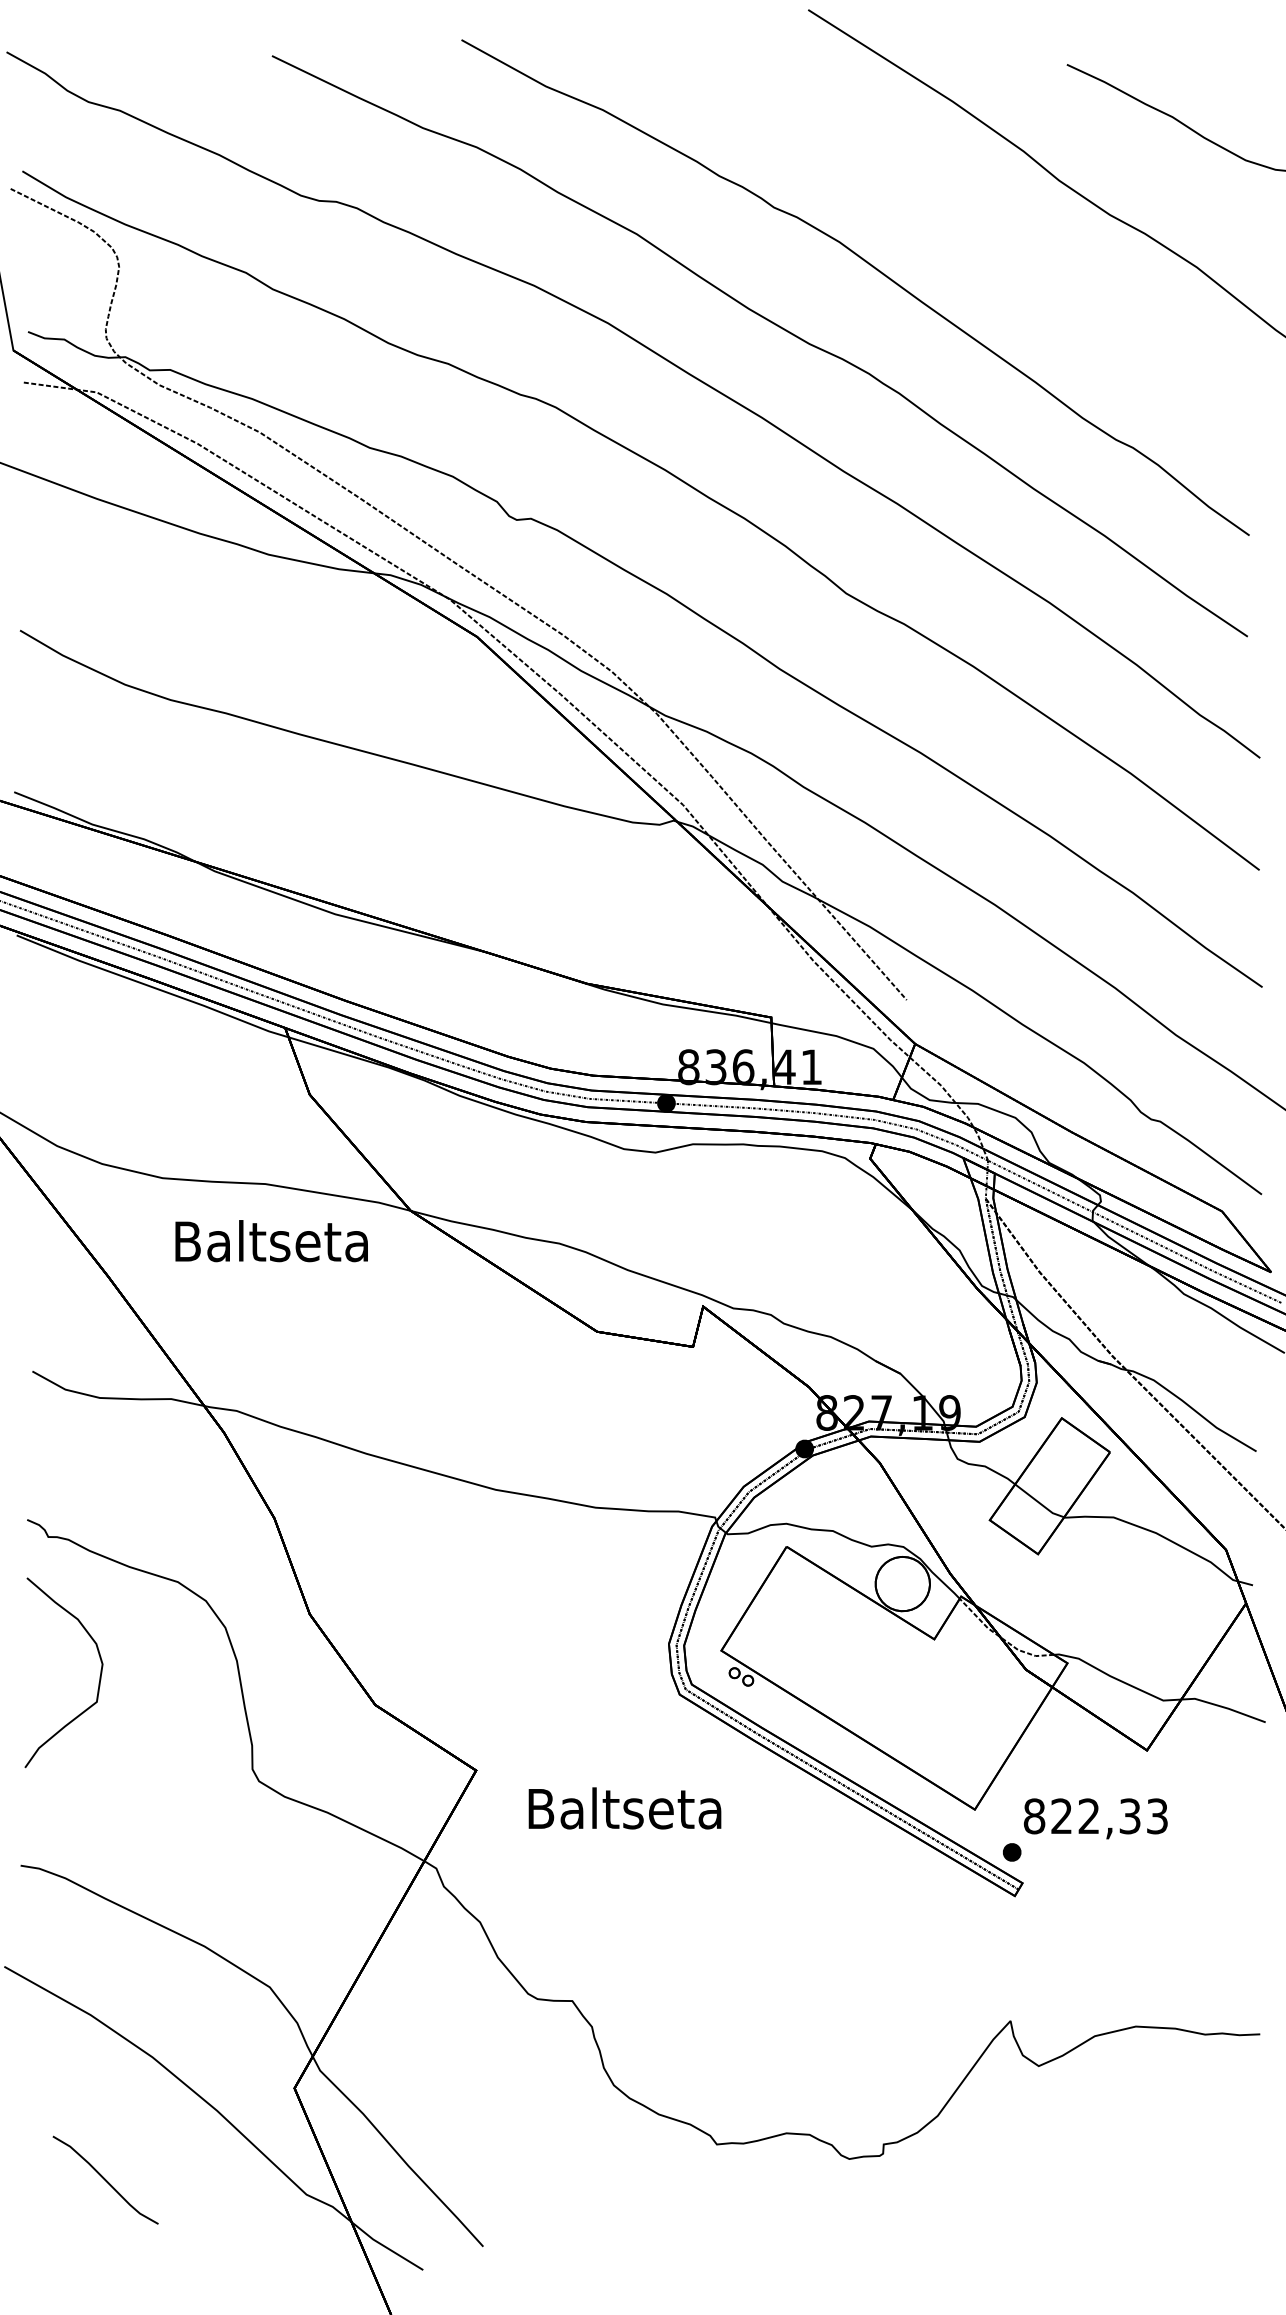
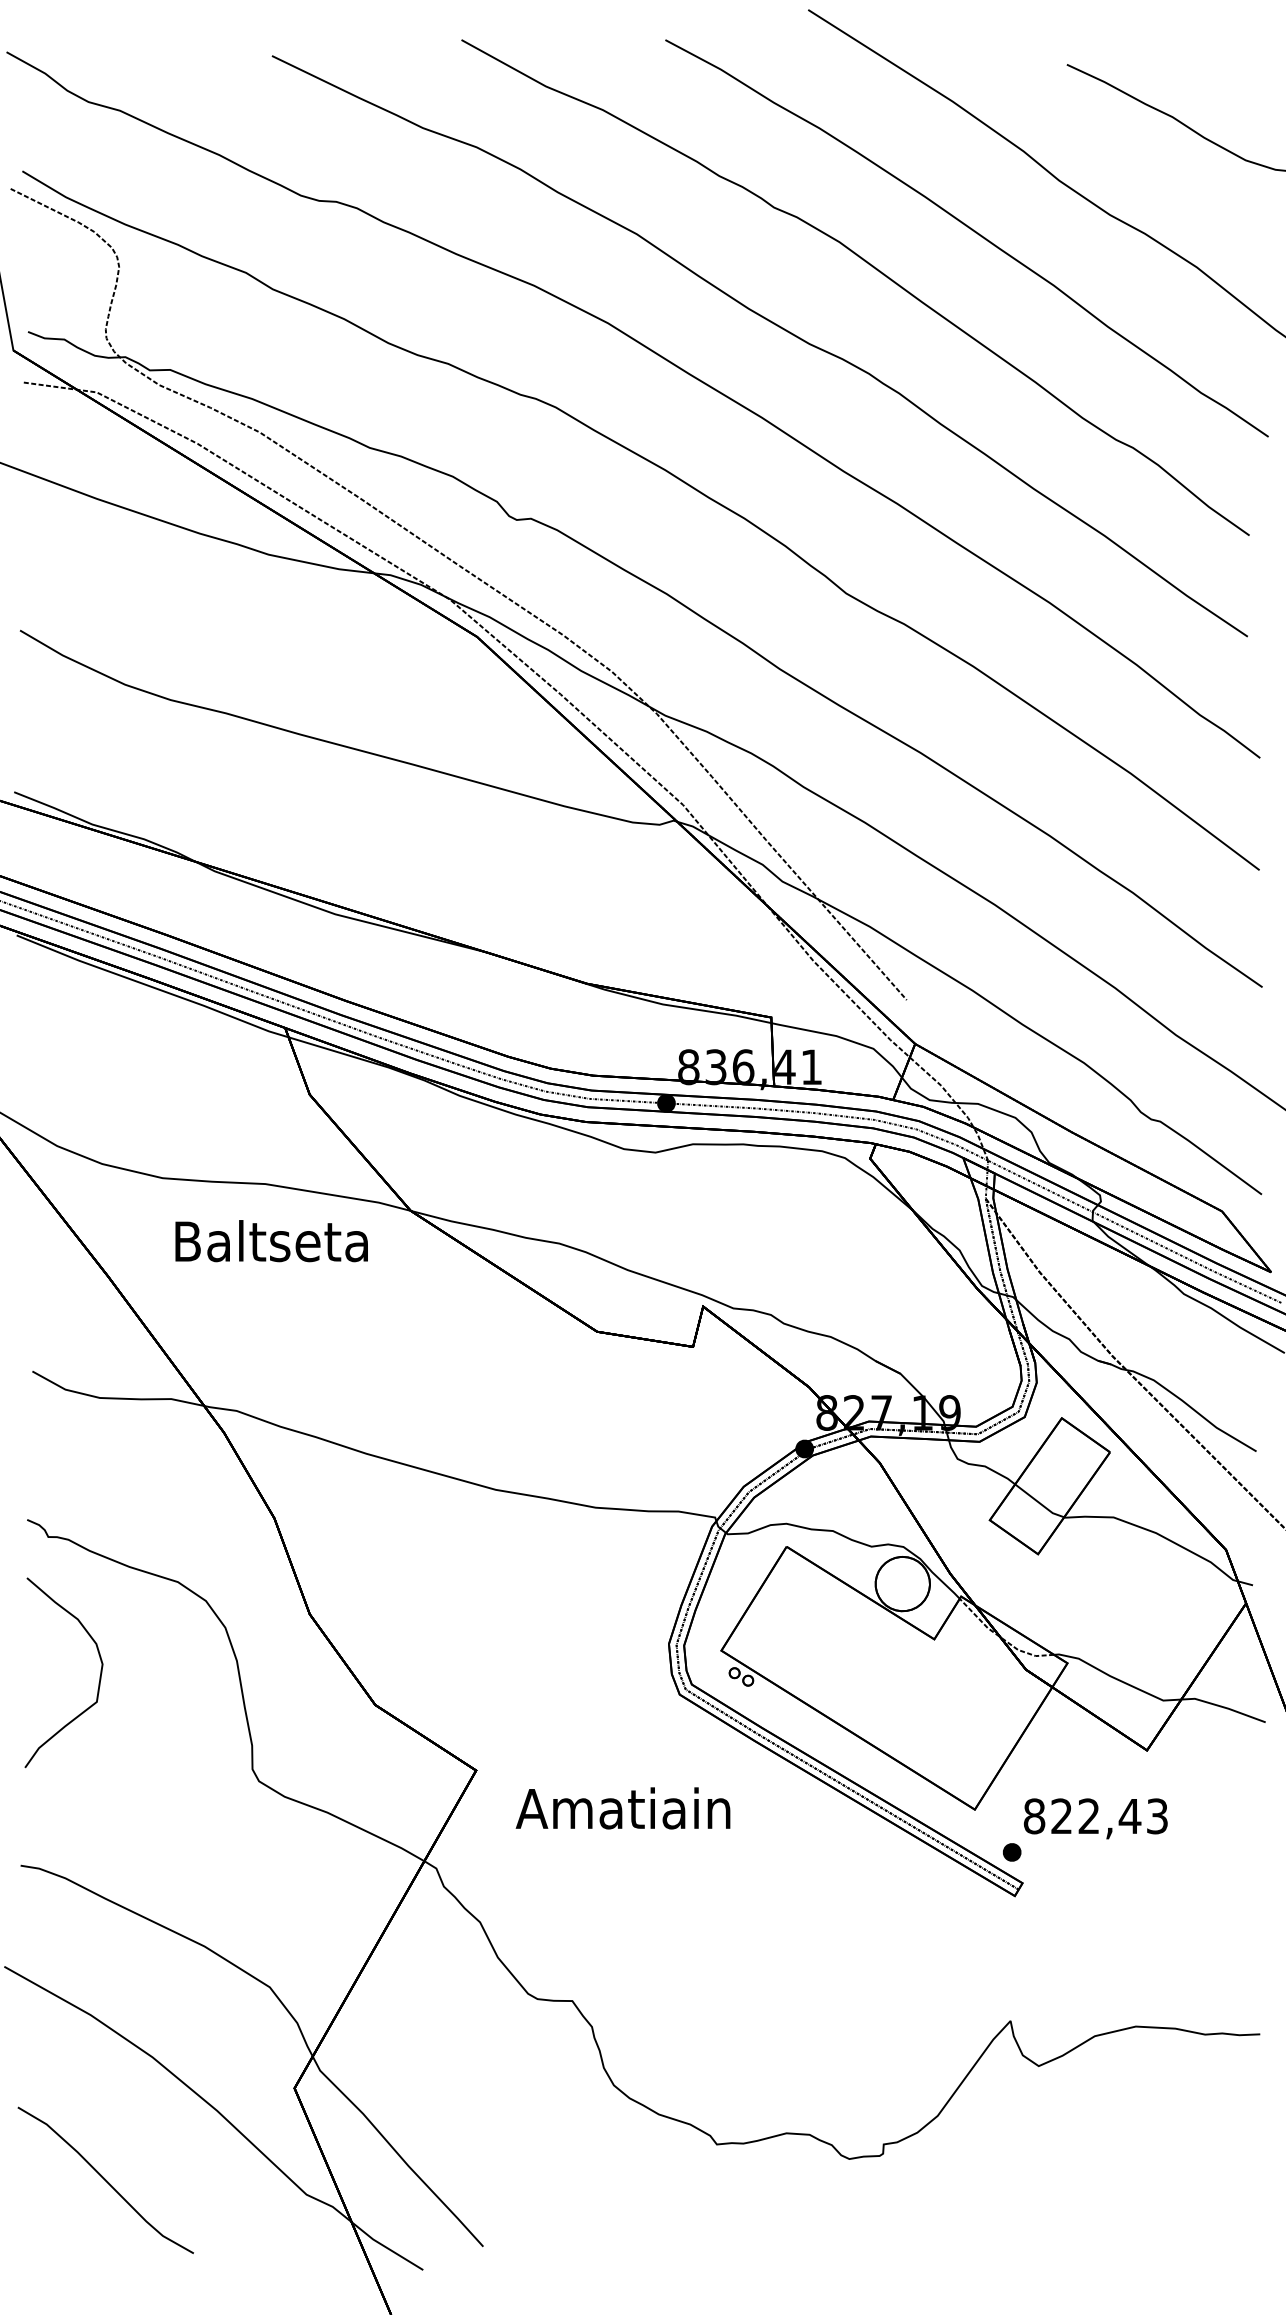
curve at (971, 230): none -> present
text at (622, 1808): Baltseta -> Amatiain
text at (1129, 1816): 822,33 -> 822,43
part at (105, 2179) size: 107x90 px -> 177x148 px
